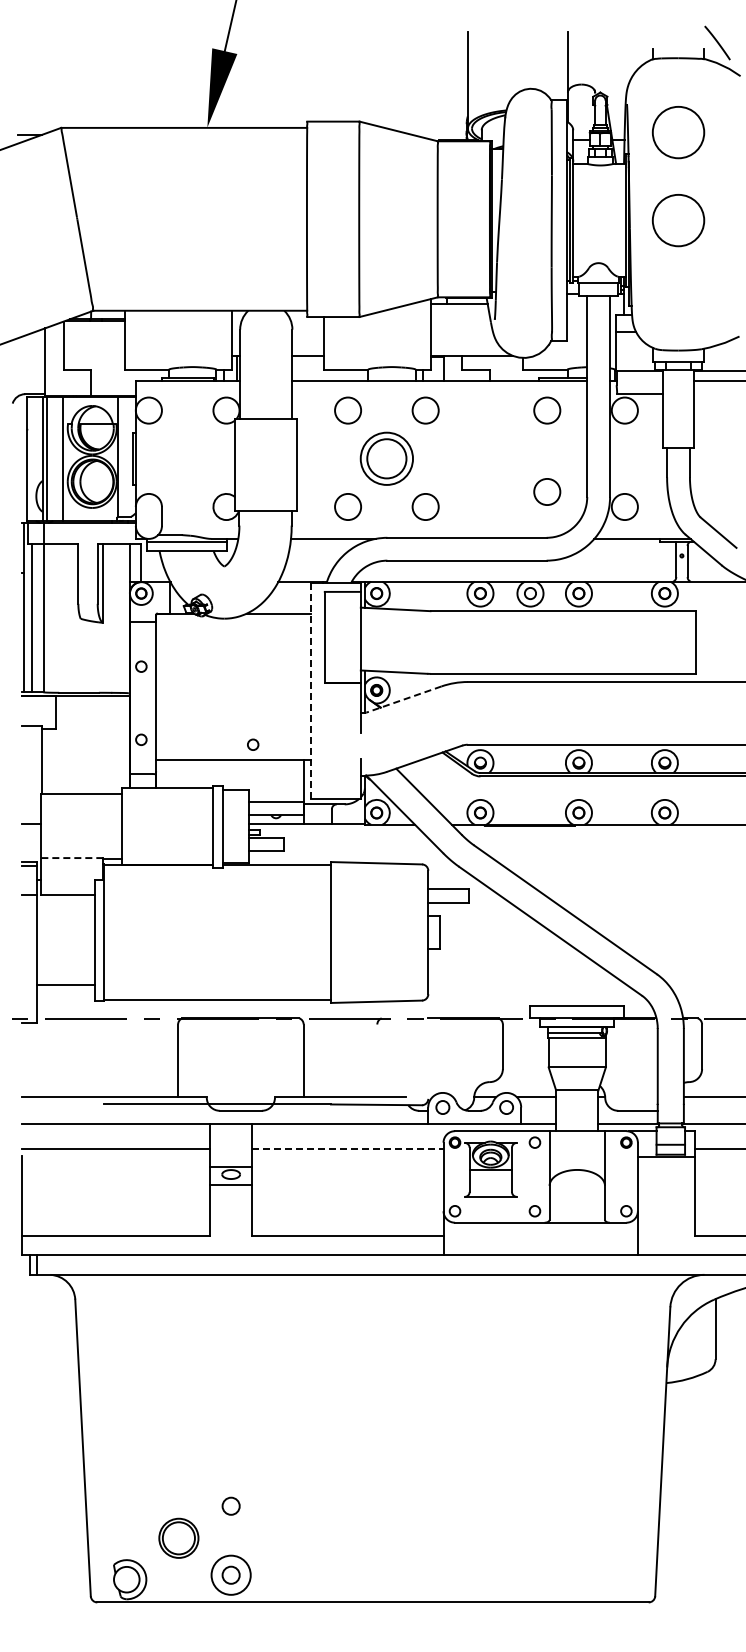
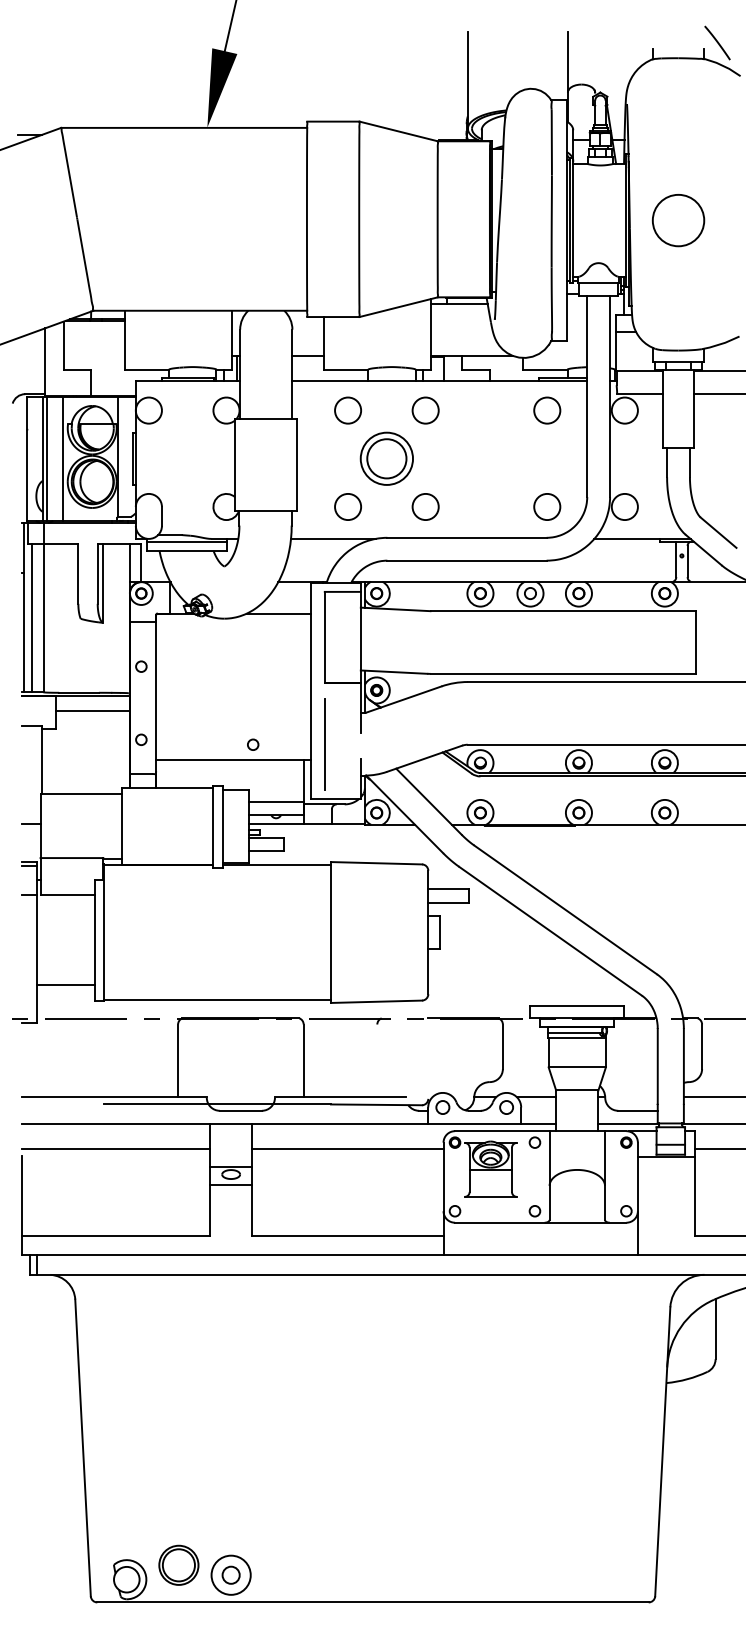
circle at (678, 132): present -> none
line at (717, 380) position: (717, 380) -> (717, 393)
circle at (547, 491) position: (547, 491) -> (547, 506)
line at (311, 691): dashed -> solid
line at (403, 699): dashed -> solid
line at (92, 711): none -> present
line at (324, 744): none -> present
line at (71, 858): dashed -> solid
line at (347, 1148): dashed -> solid
circle at (230, 1505): present -> none
part at (178, 1537) position: (178, 1537) -> (178, 1564)
